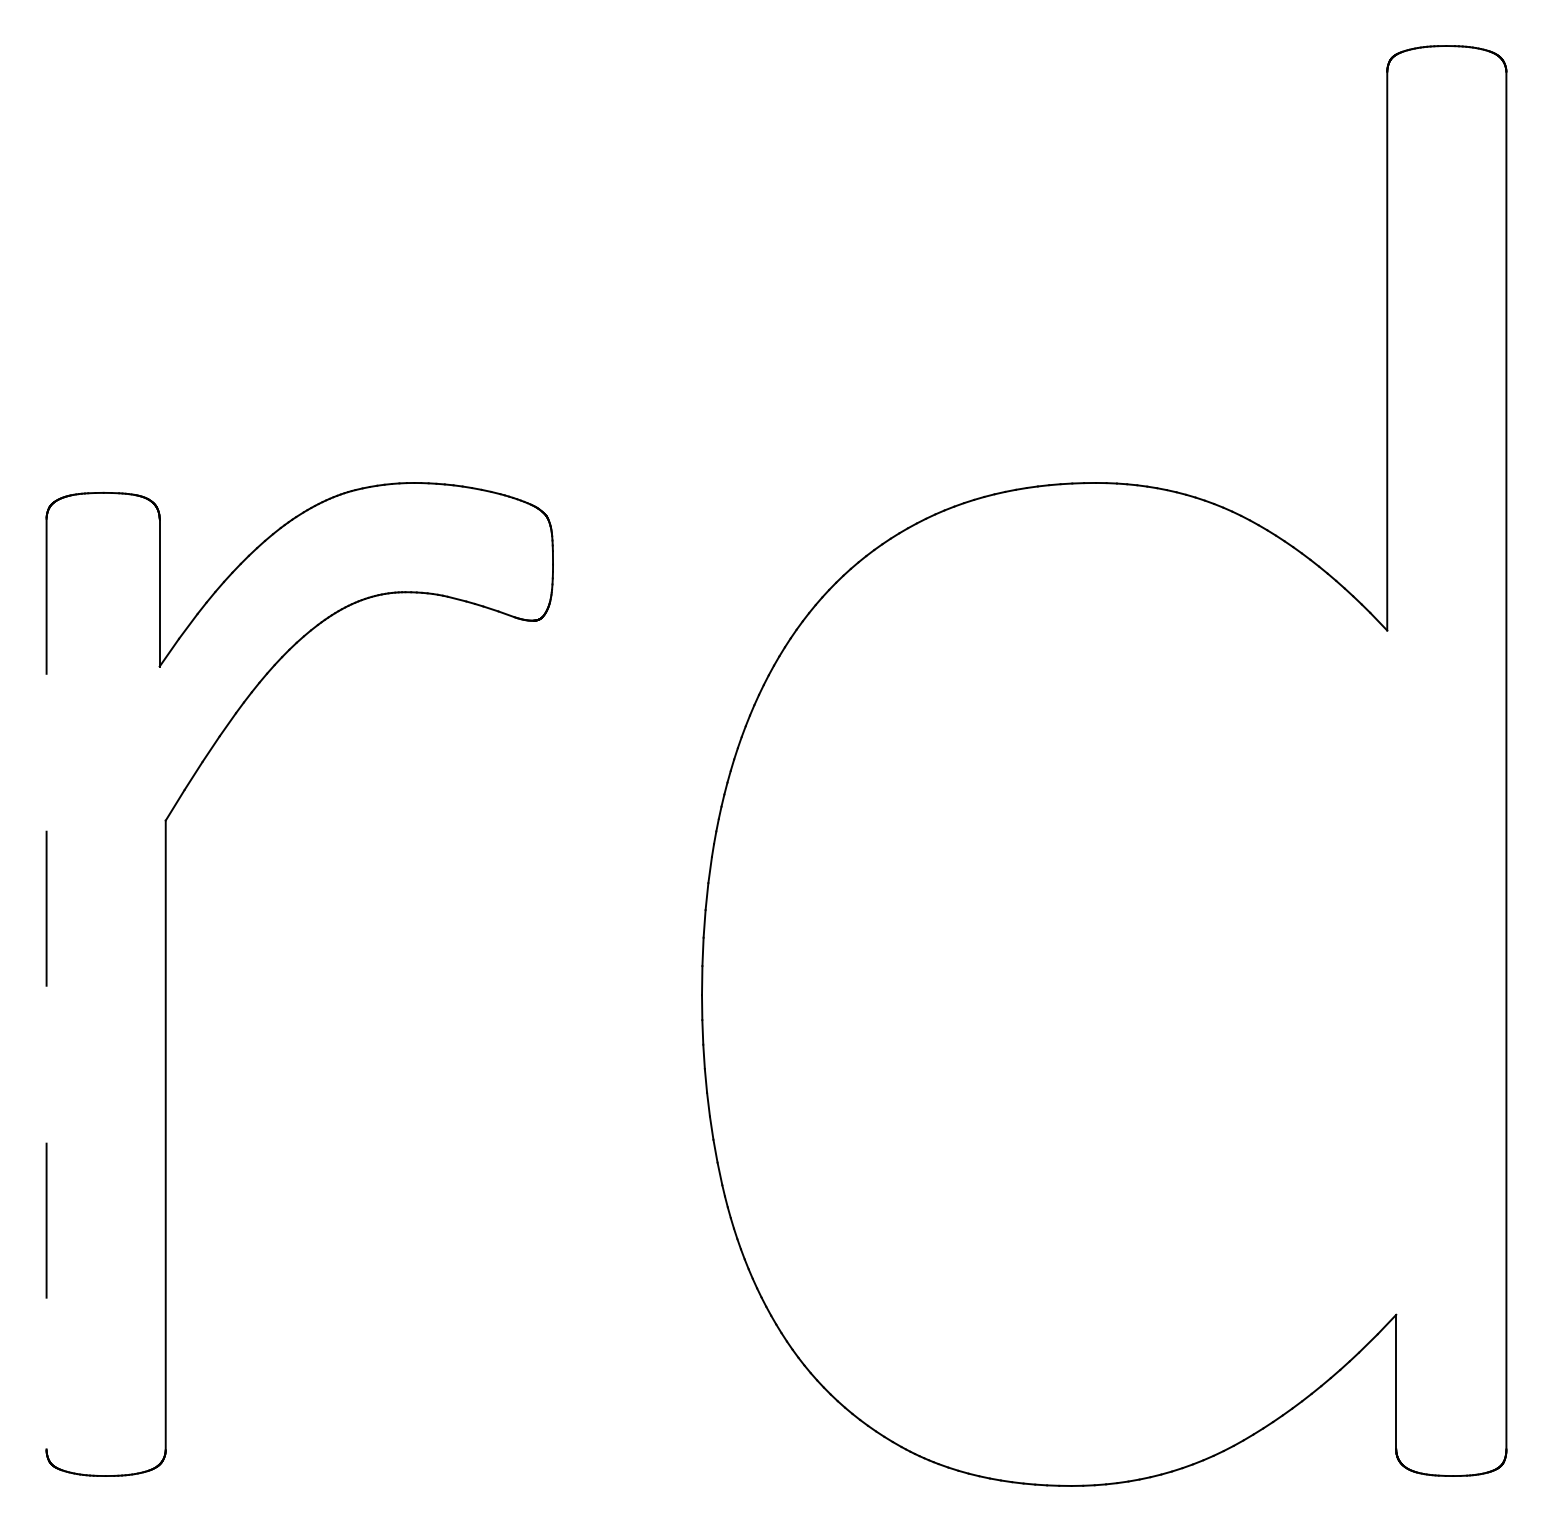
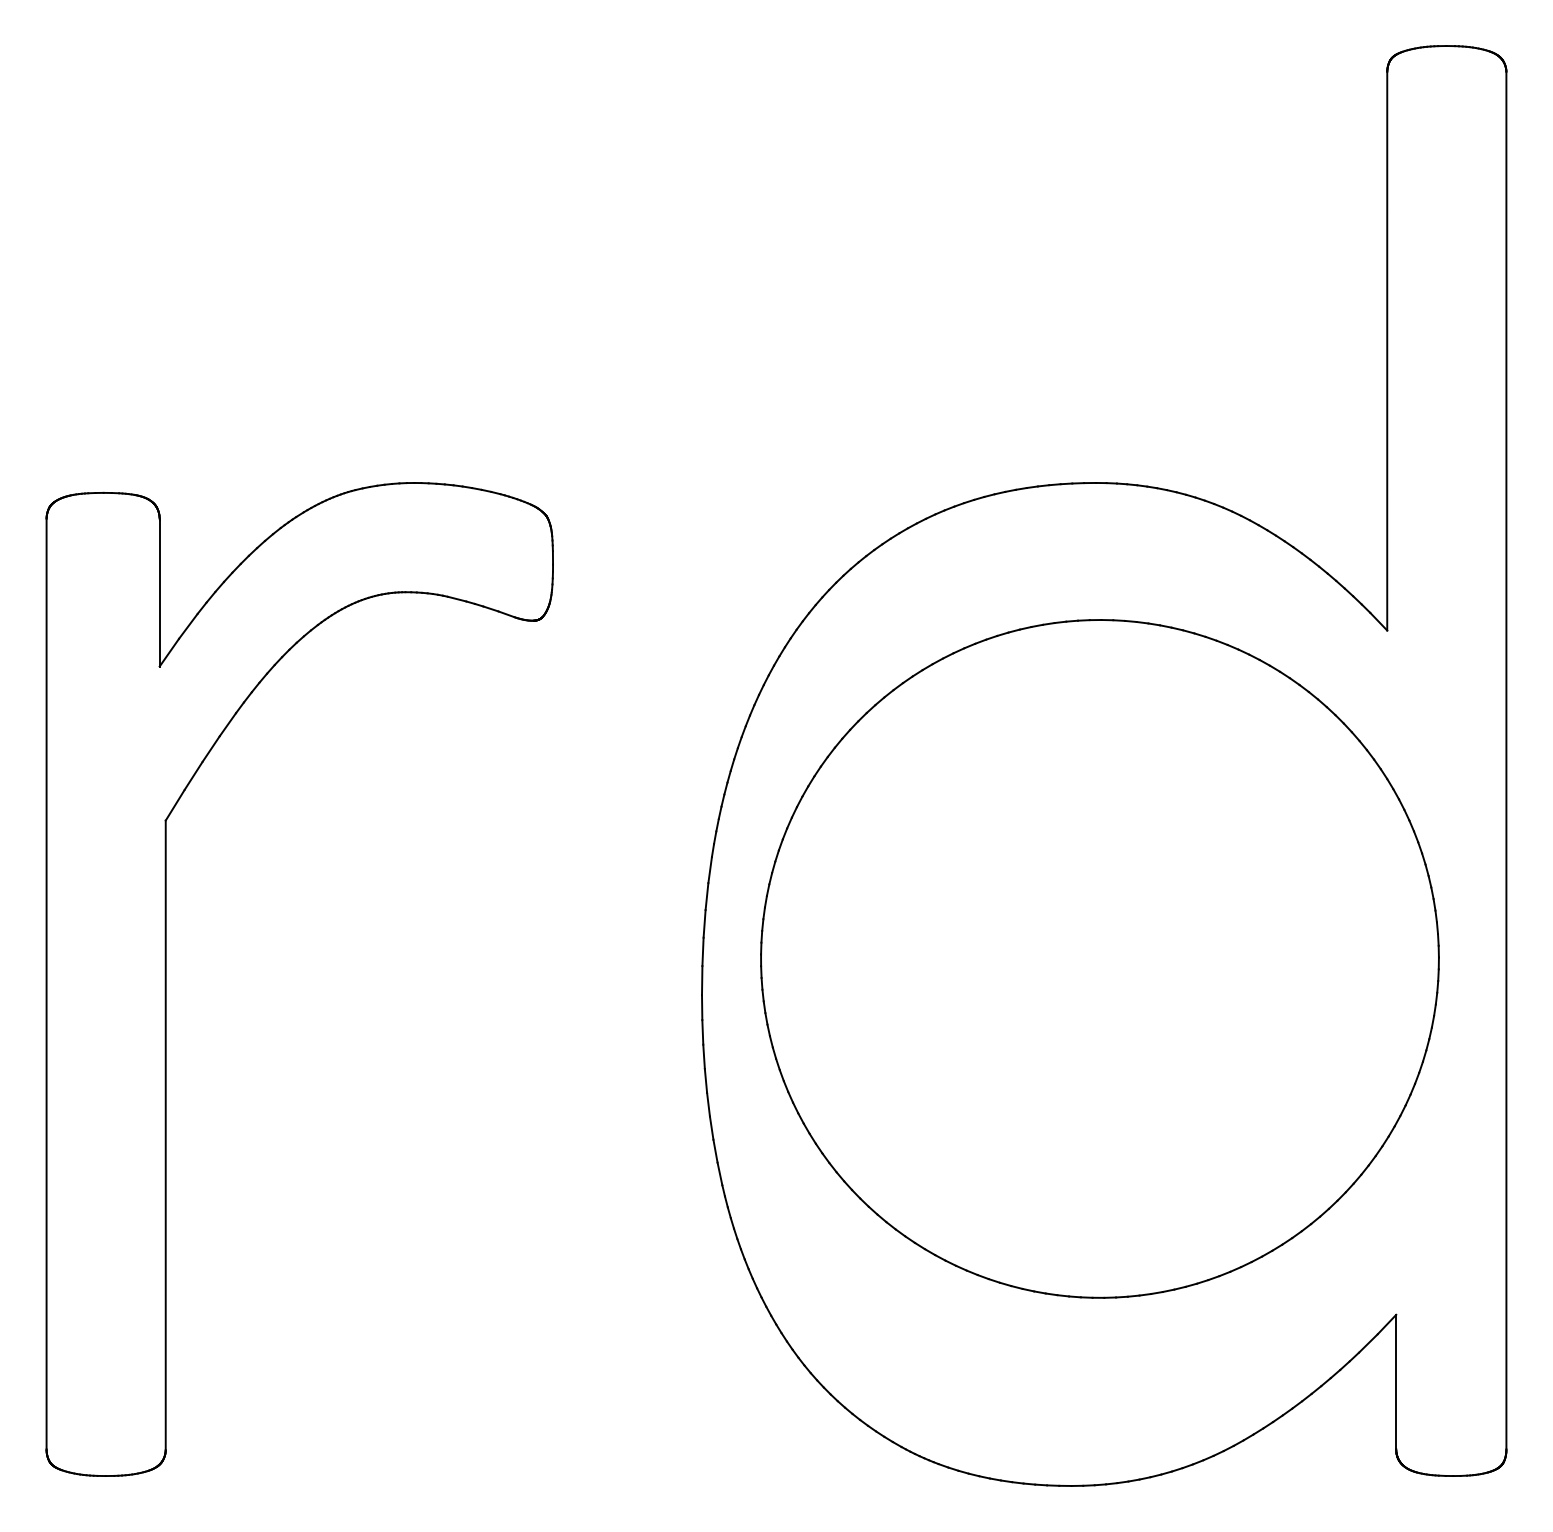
part at (1099, 958): none -> present
line at (46, 984): dashed -> solid
